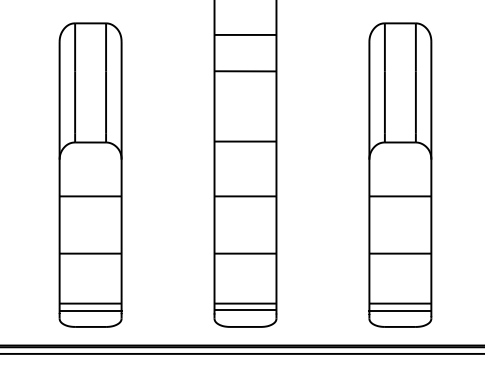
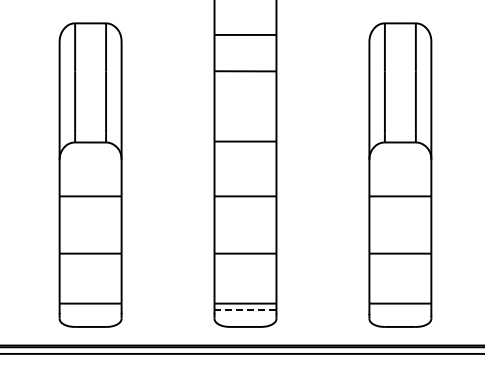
line at (245, 309): solid -> dashed
line at (90, 311): present -> none
line at (400, 311): present -> none
